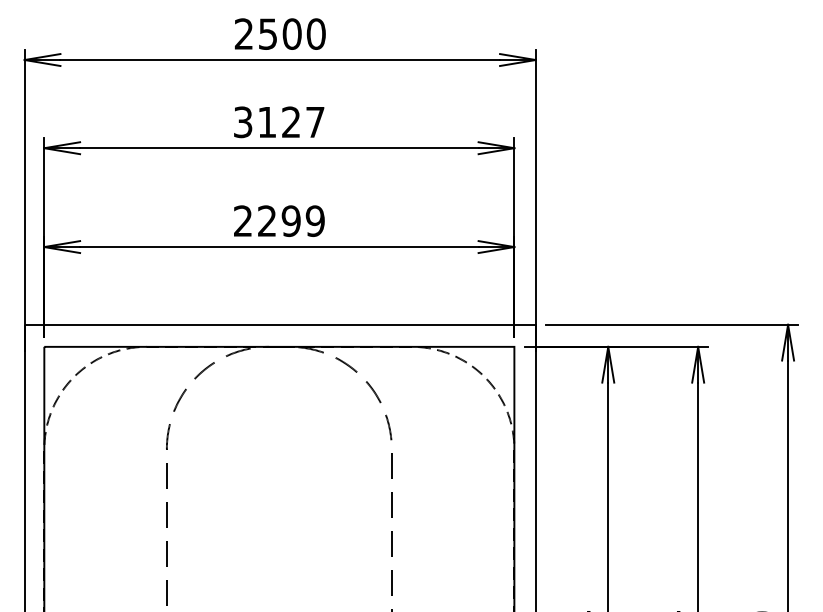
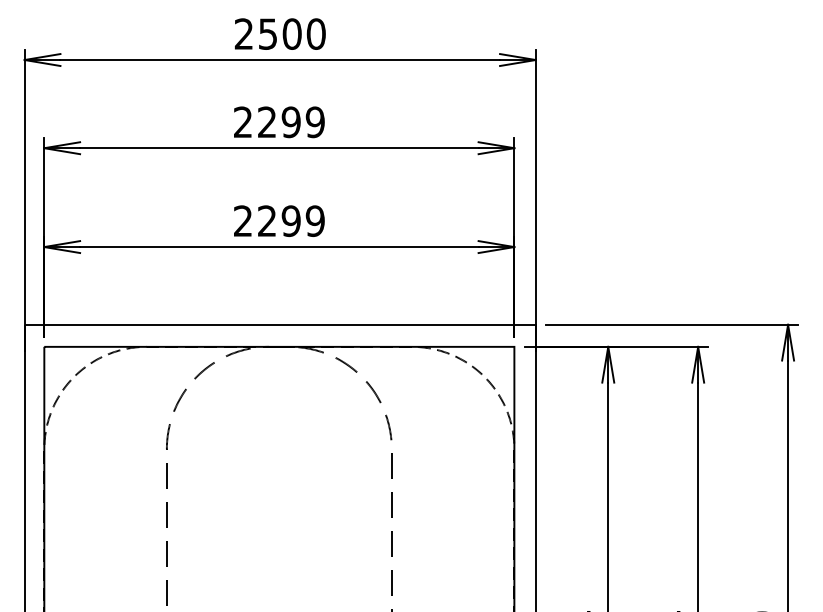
text at (279, 122): 3127 -> 2299
